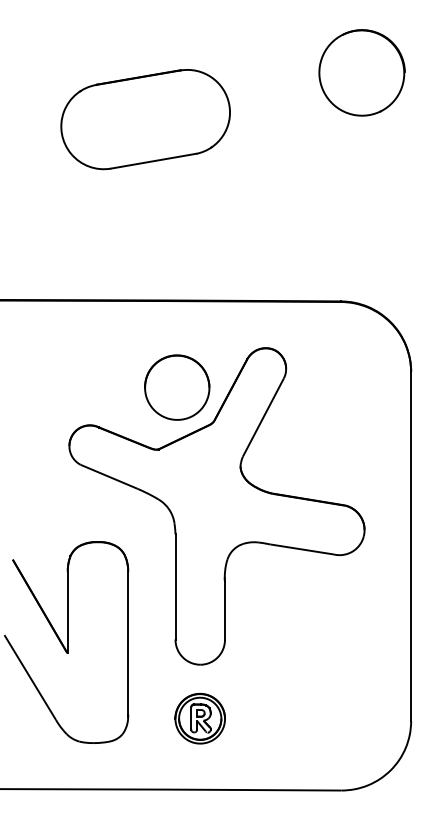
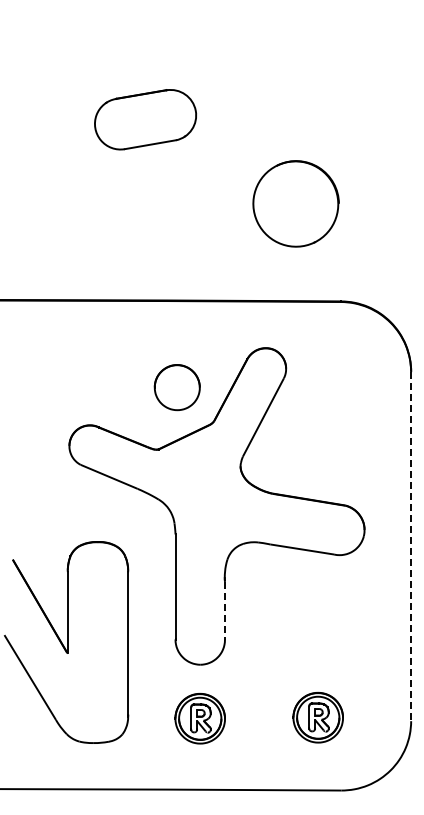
part at (361, 72) position: (361, 72) -> (295, 203)
part at (145, 119) size: 171x102 px -> 103x62 px
part at (177, 387) size: 67x67 px -> 48x48 px
line at (411, 546): solid -> dashed
line at (224, 611): solid -> dashed
part at (317, 717): none -> present
